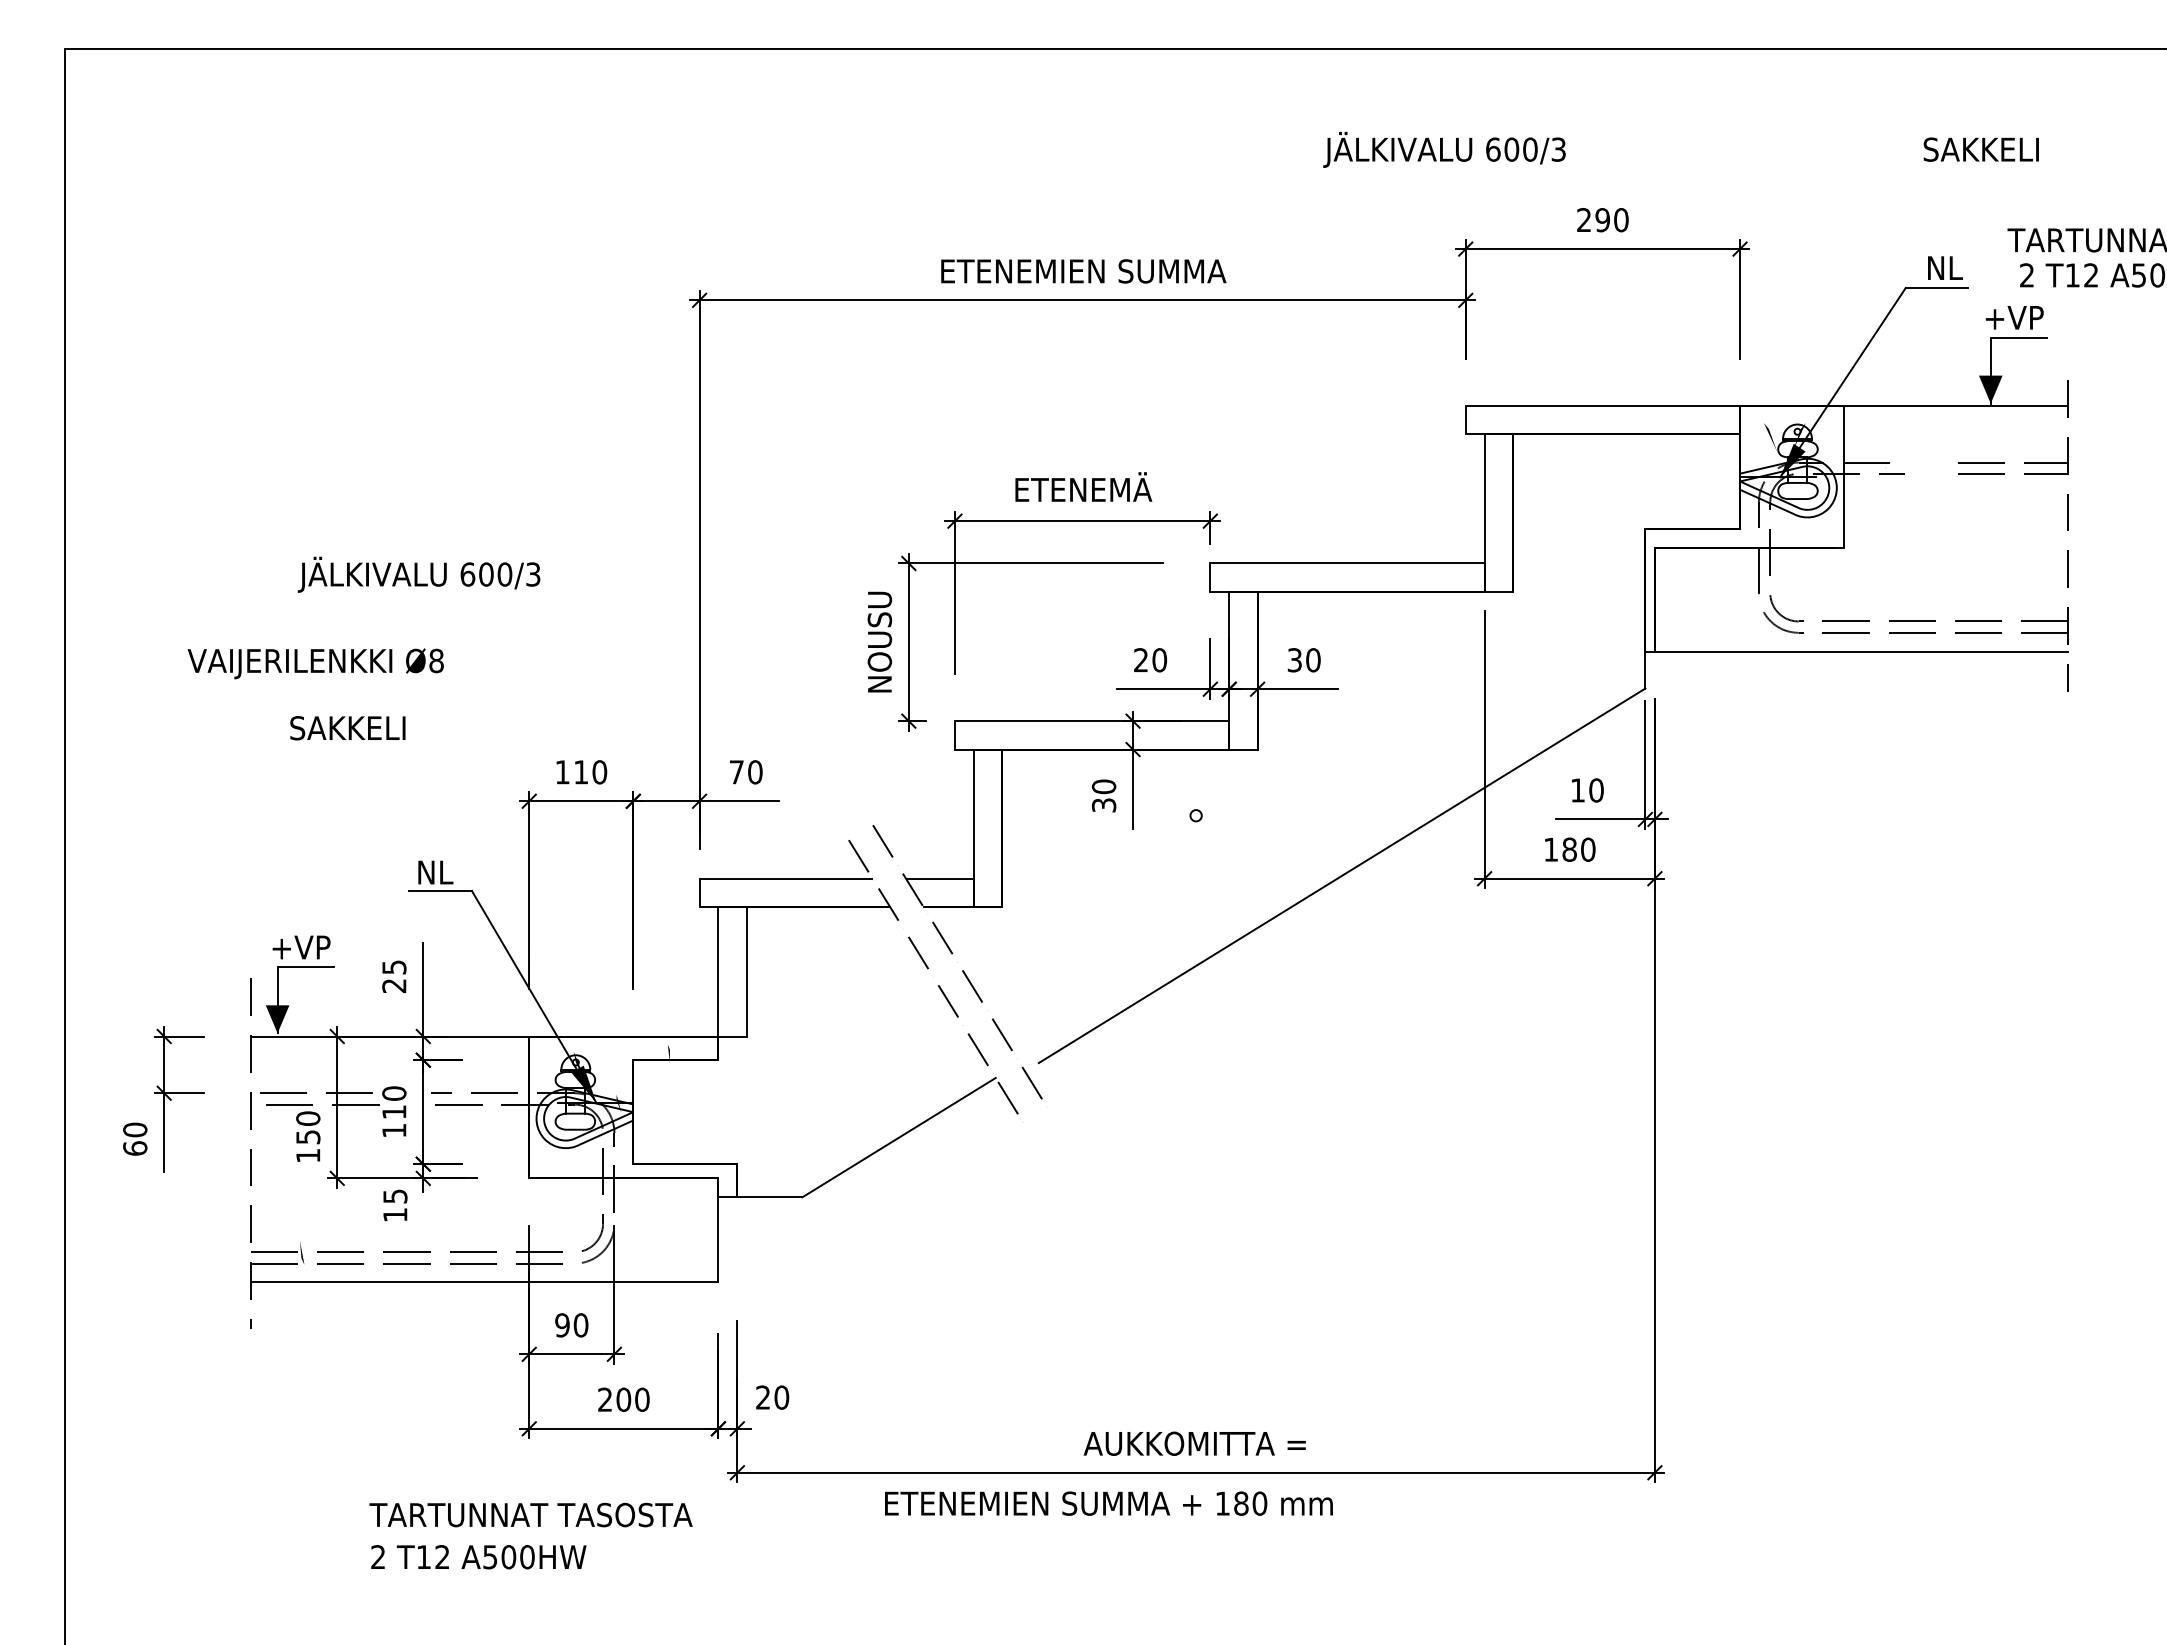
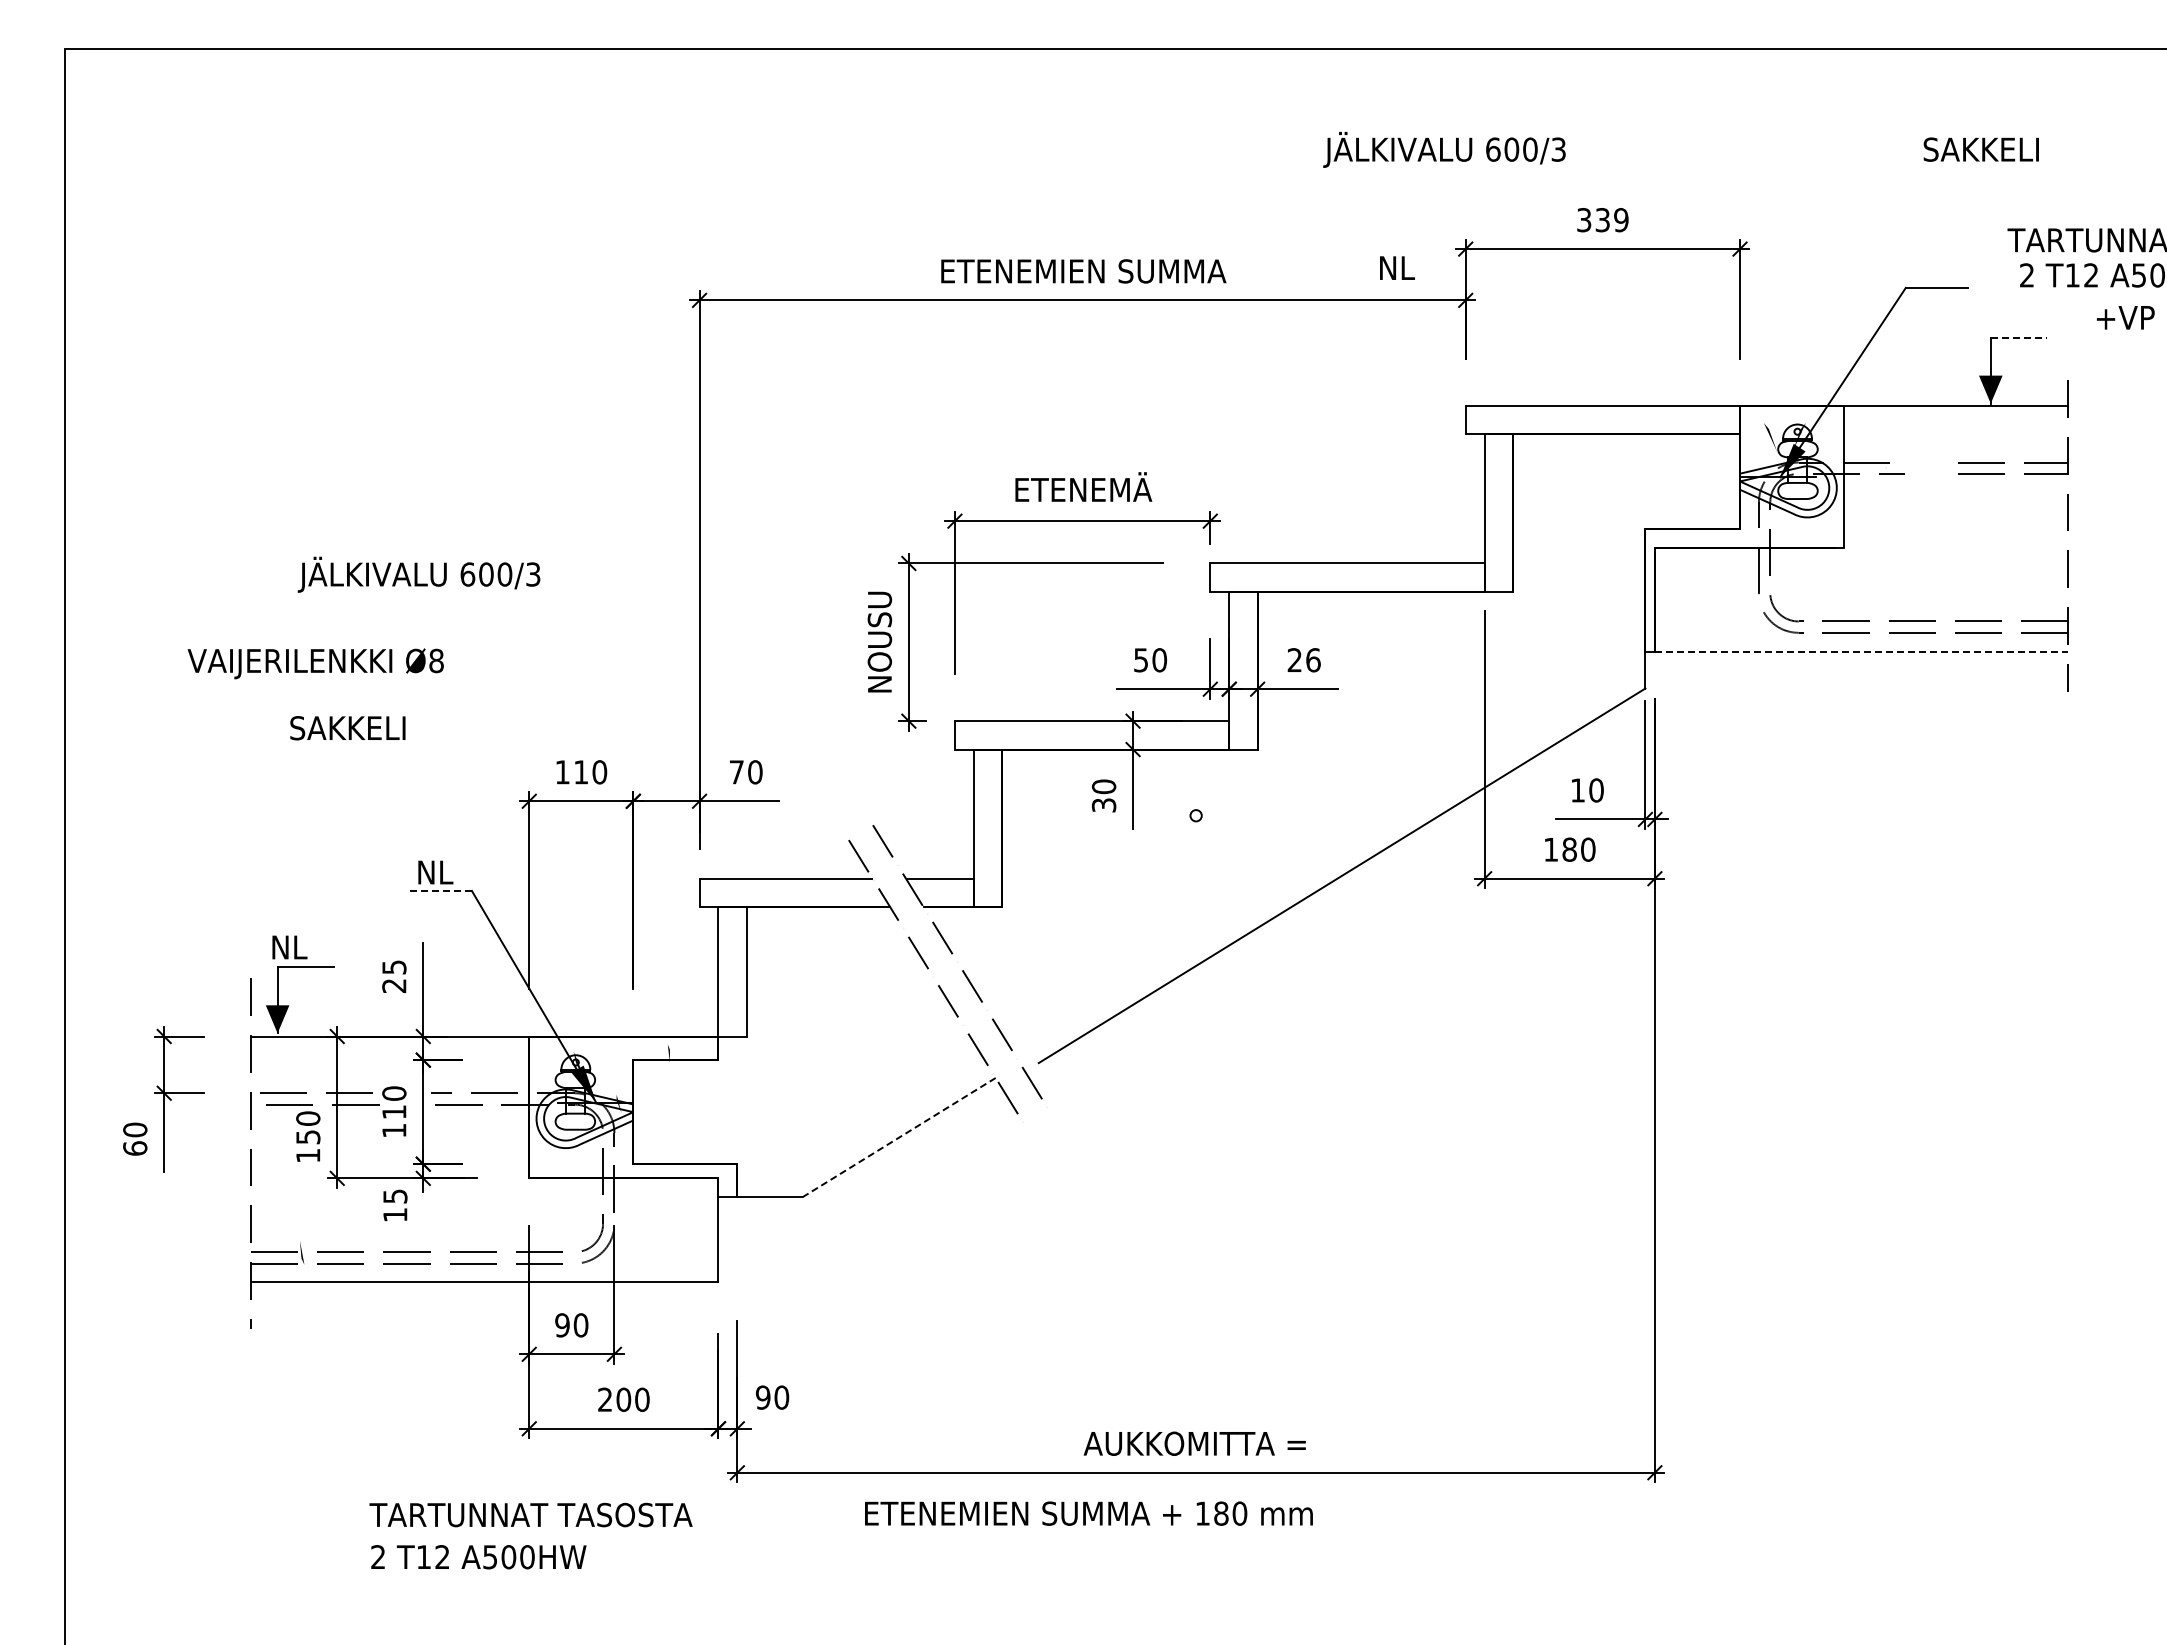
text at (1602, 220): 290 -> 339
text at (1945, 267) position: (1945, 267) -> (1397, 267)
text at (2014, 317) position: (2014, 317) -> (2125, 317)
line at (2019, 337): solid -> dashed
line at (1861, 651): solid -> dashed
text at (1140, 660): 20 -> 50
text at (1303, 660): 30 -> 26
line at (440, 890): solid -> dashed
text at (301, 947): +VP -> NL
line at (899, 1137): solid -> dashed
text at (762, 1397): 20 -> 90
text at (1108, 1503) position: (1108, 1503) -> (1088, 1513)
